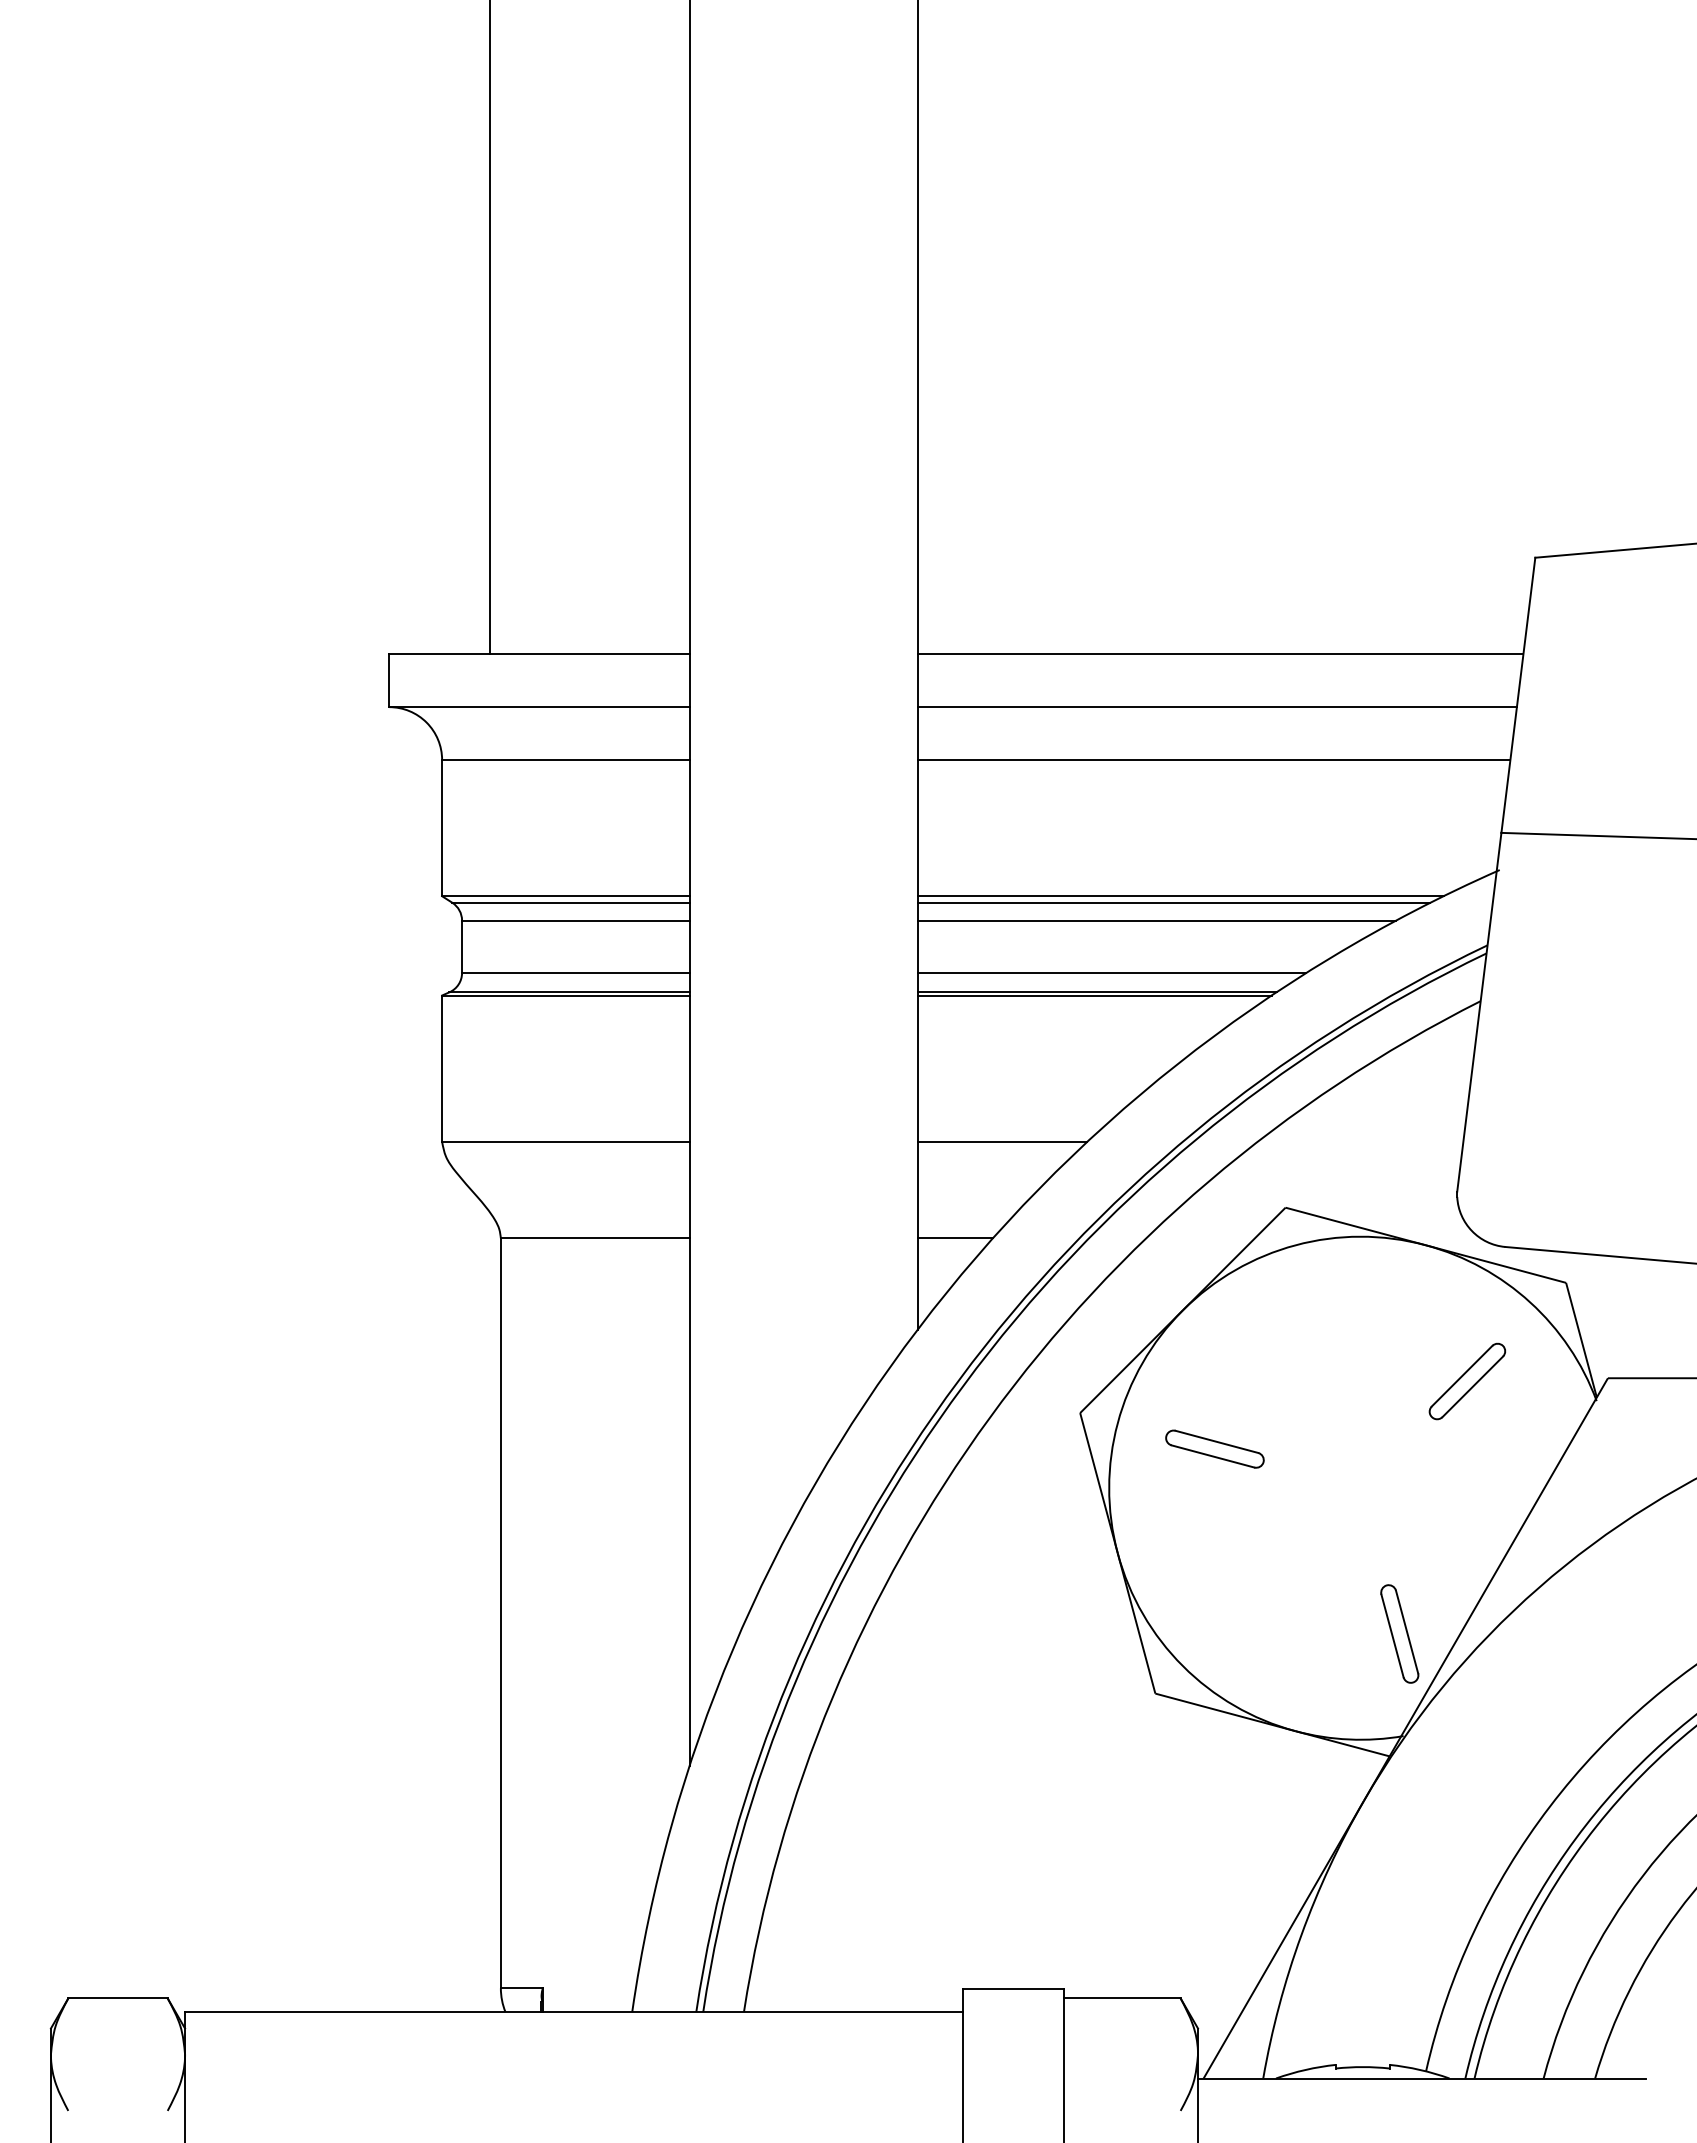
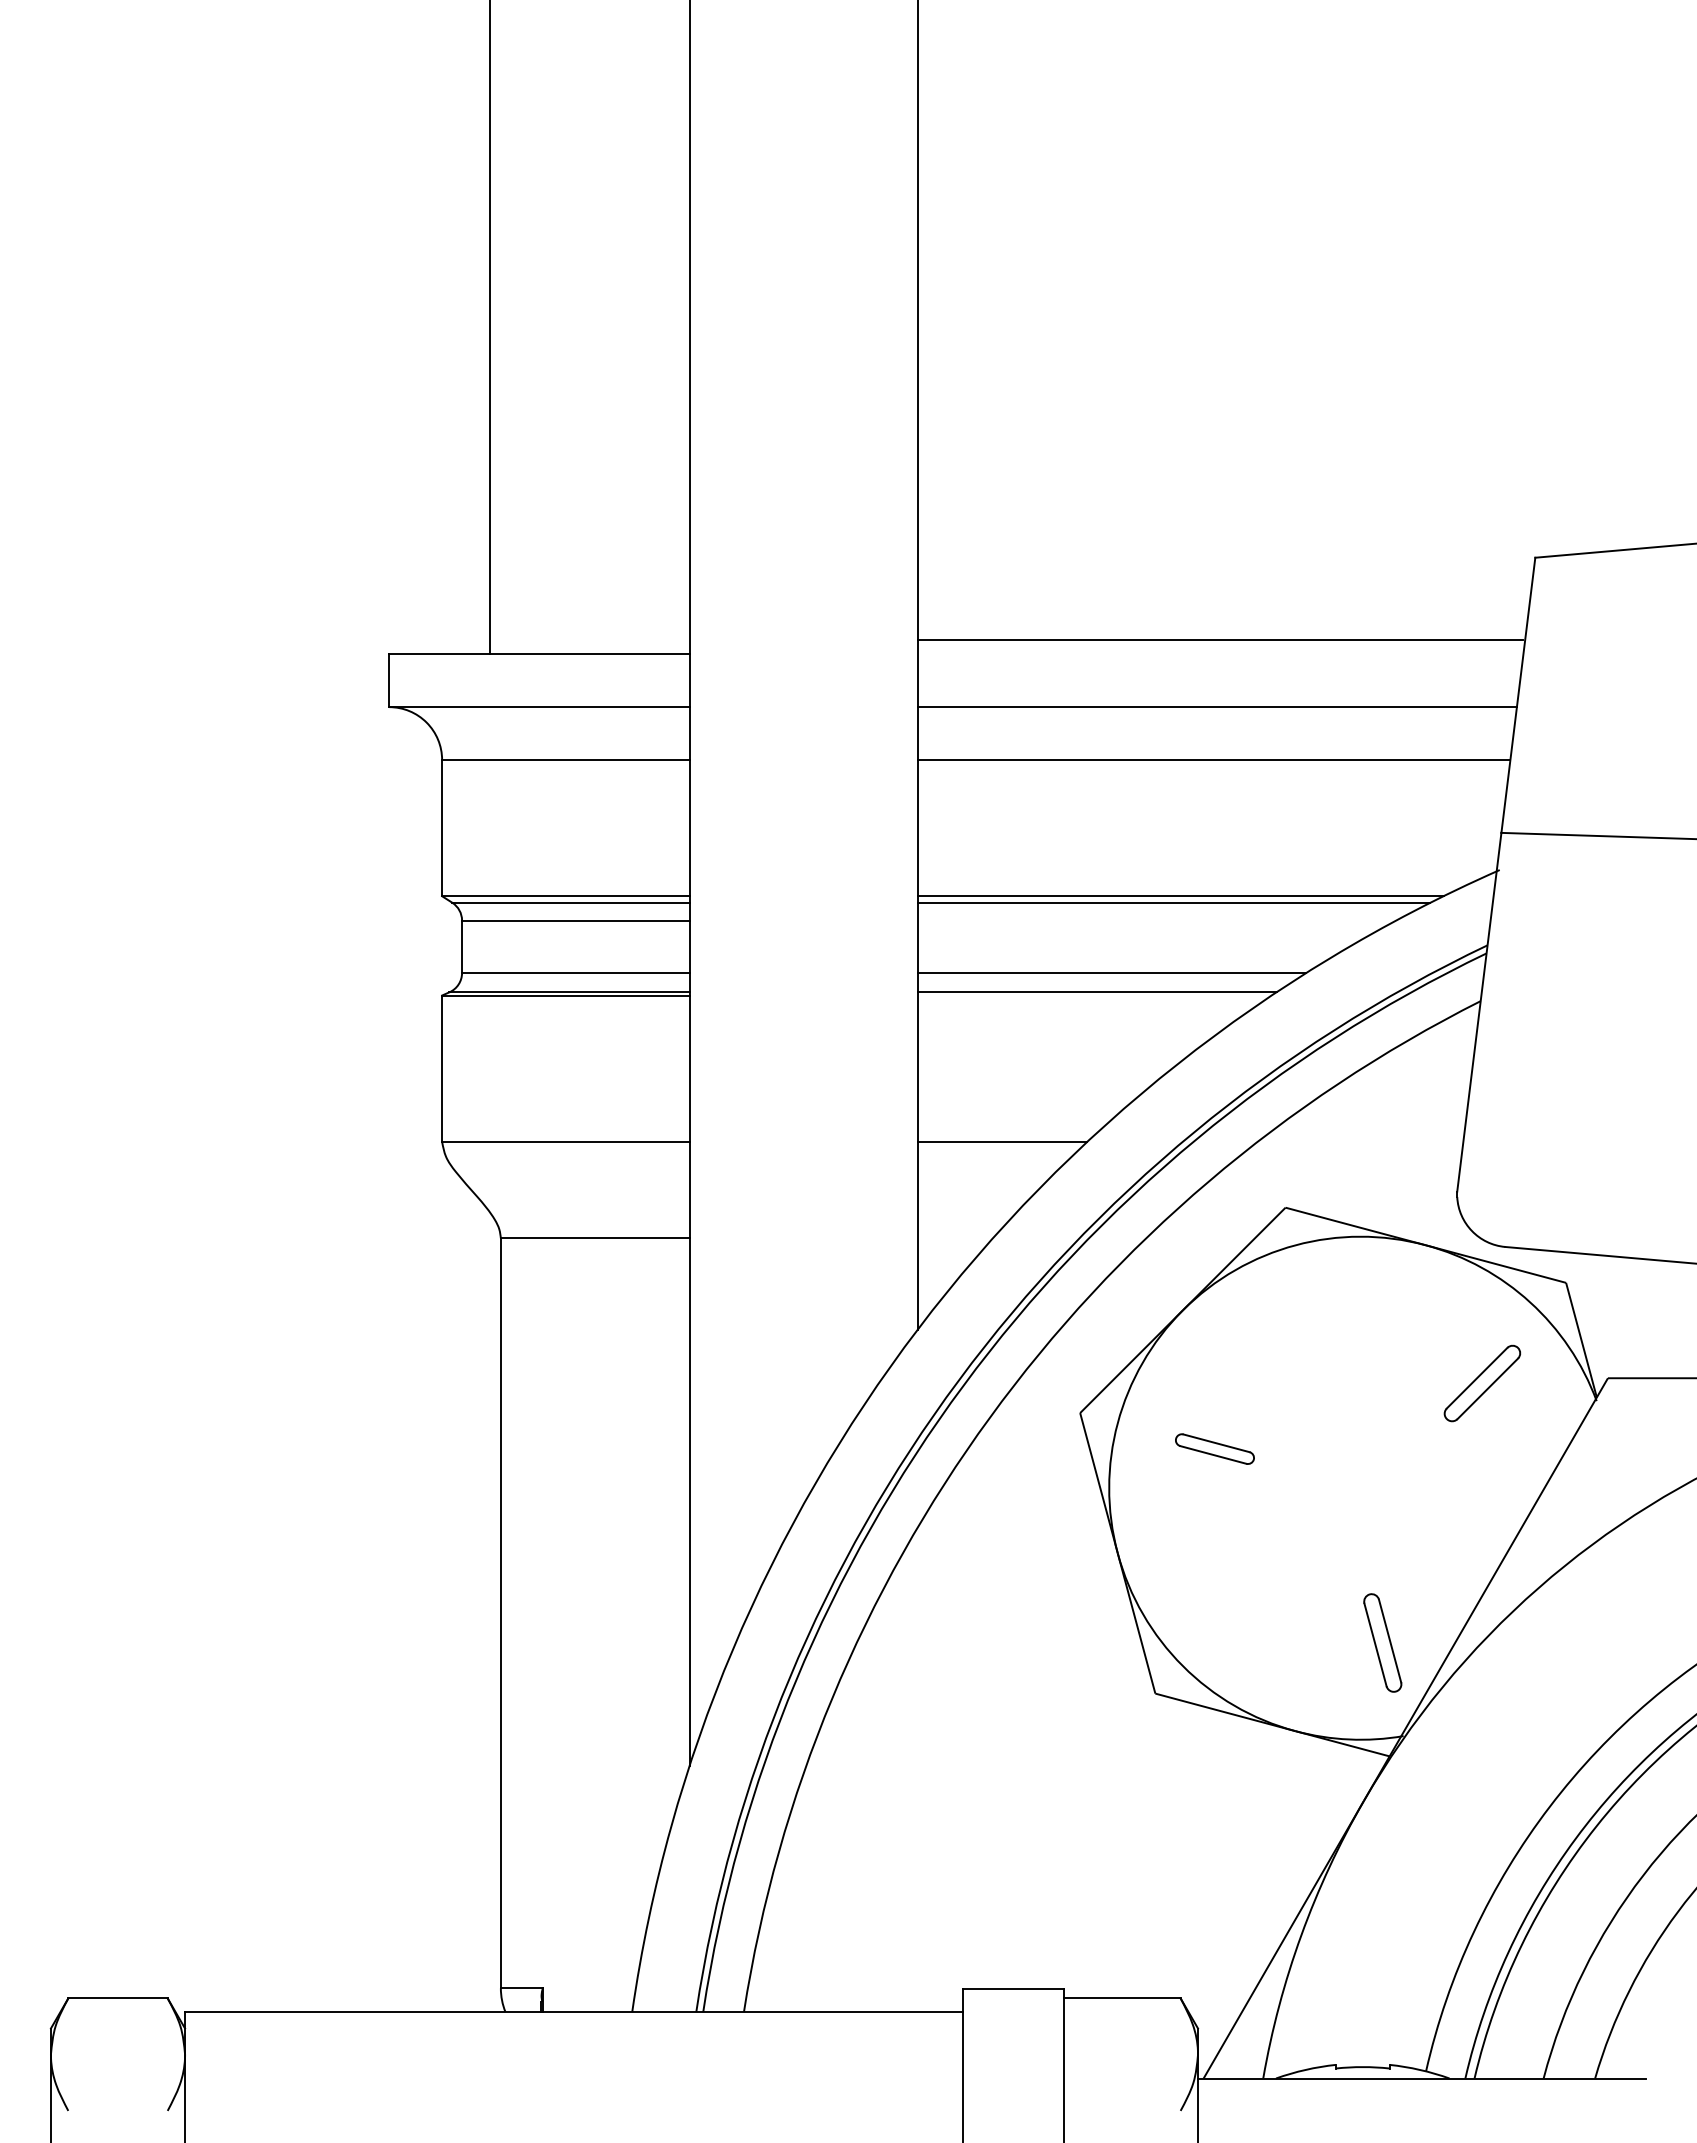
line at (1220, 654) position: (1220, 654) -> (1220, 640)
line at (1156, 920): present -> none
line at (1094, 995): present -> none
line at (954, 1238): present -> none
part at (1466, 1381) position: (1466, 1381) -> (1481, 1383)
part at (1214, 1448) size: 100x40 px -> 80x32 px
part at (1399, 1633) position: (1399, 1633) -> (1382, 1642)
